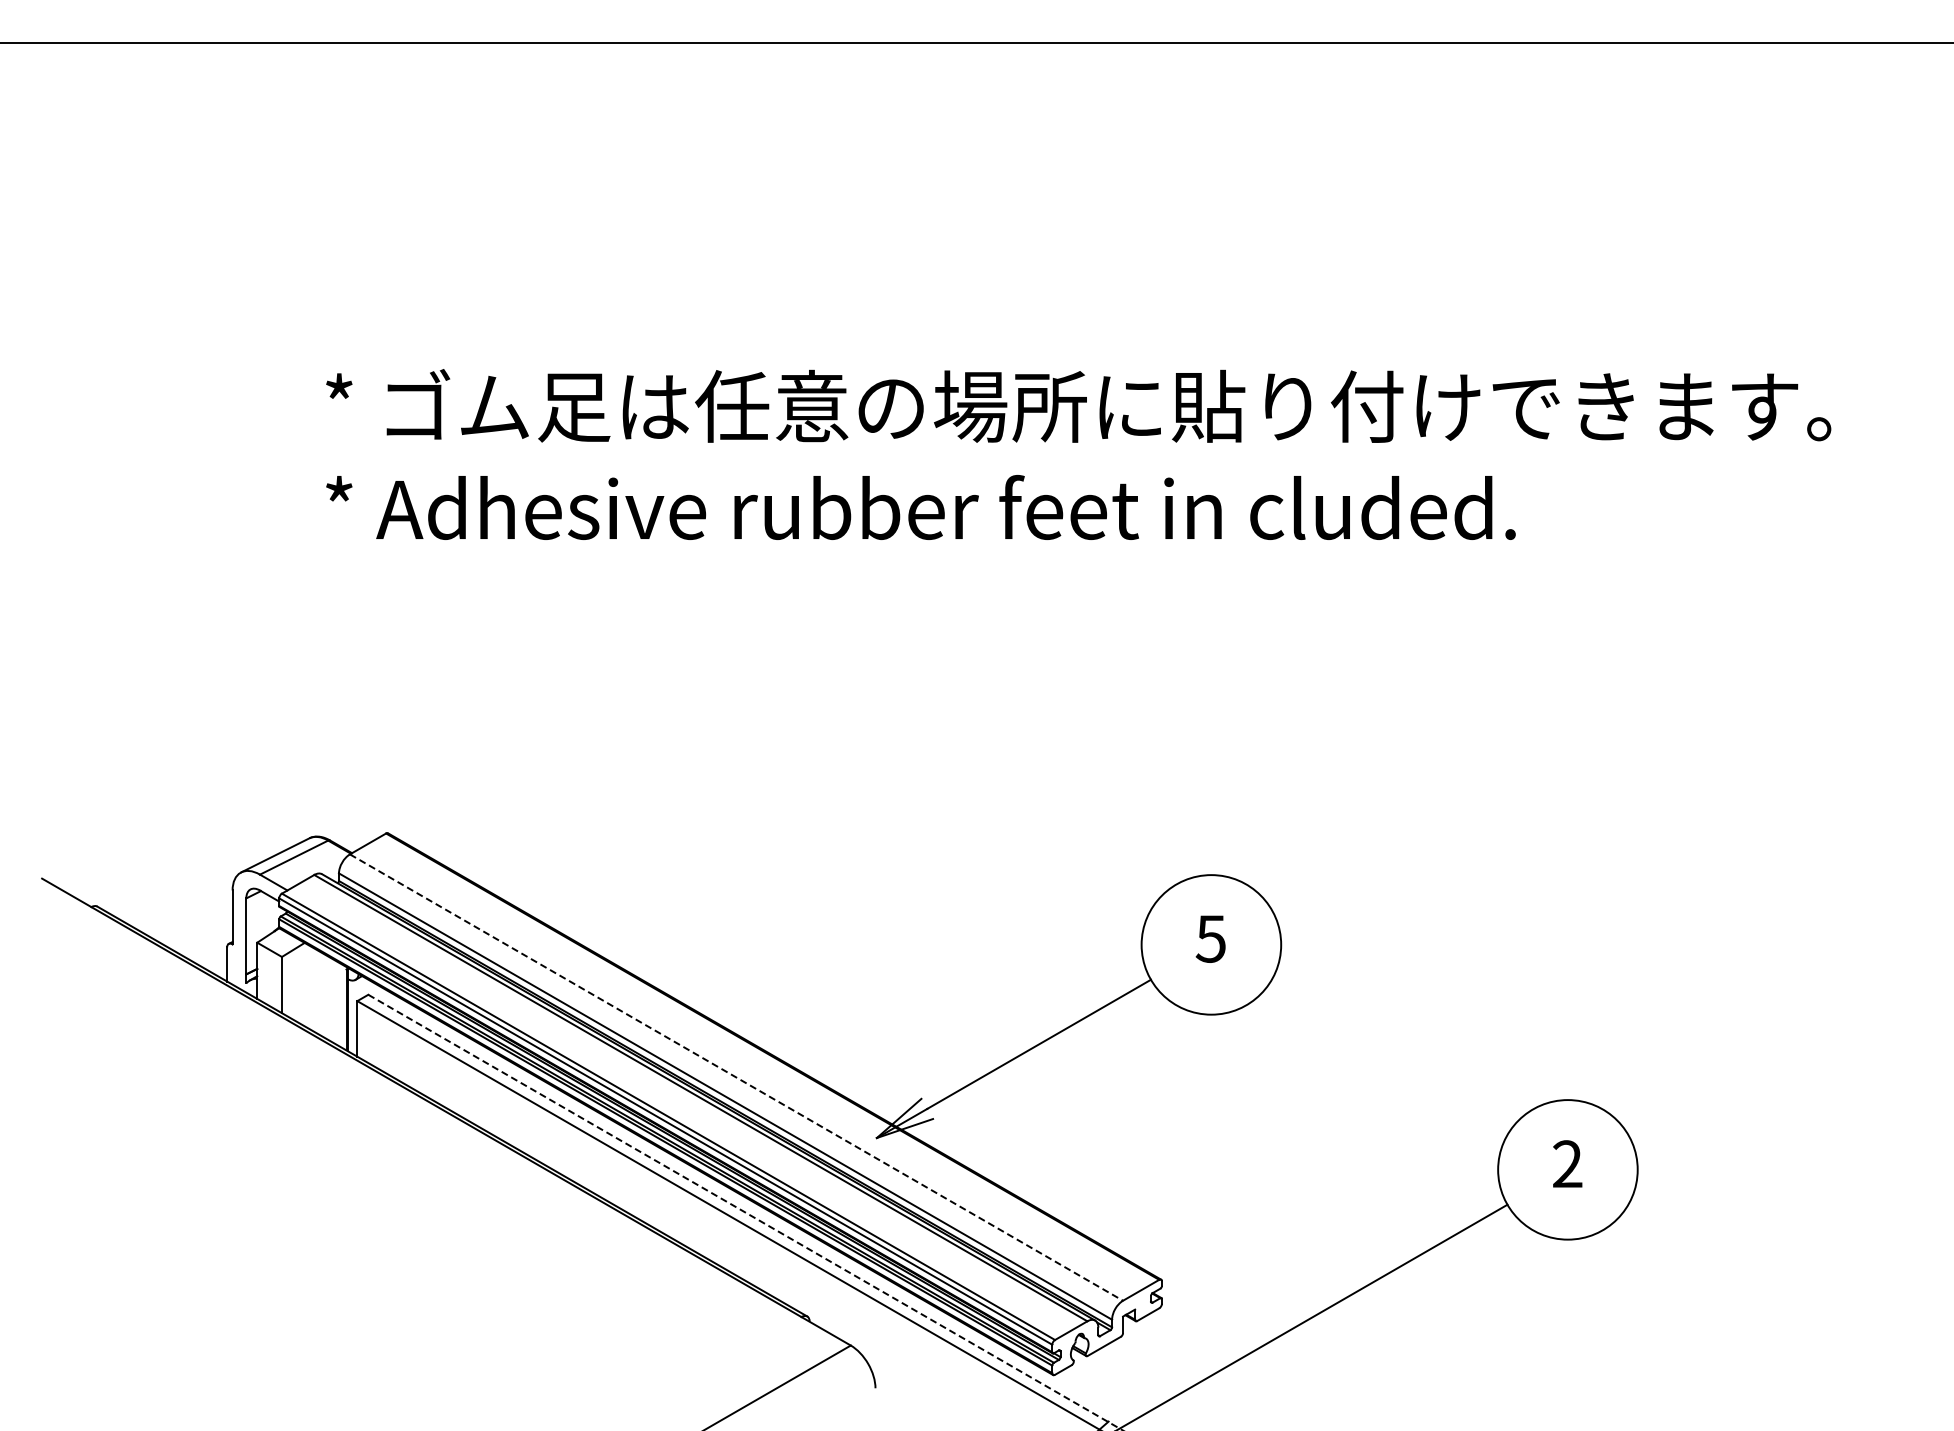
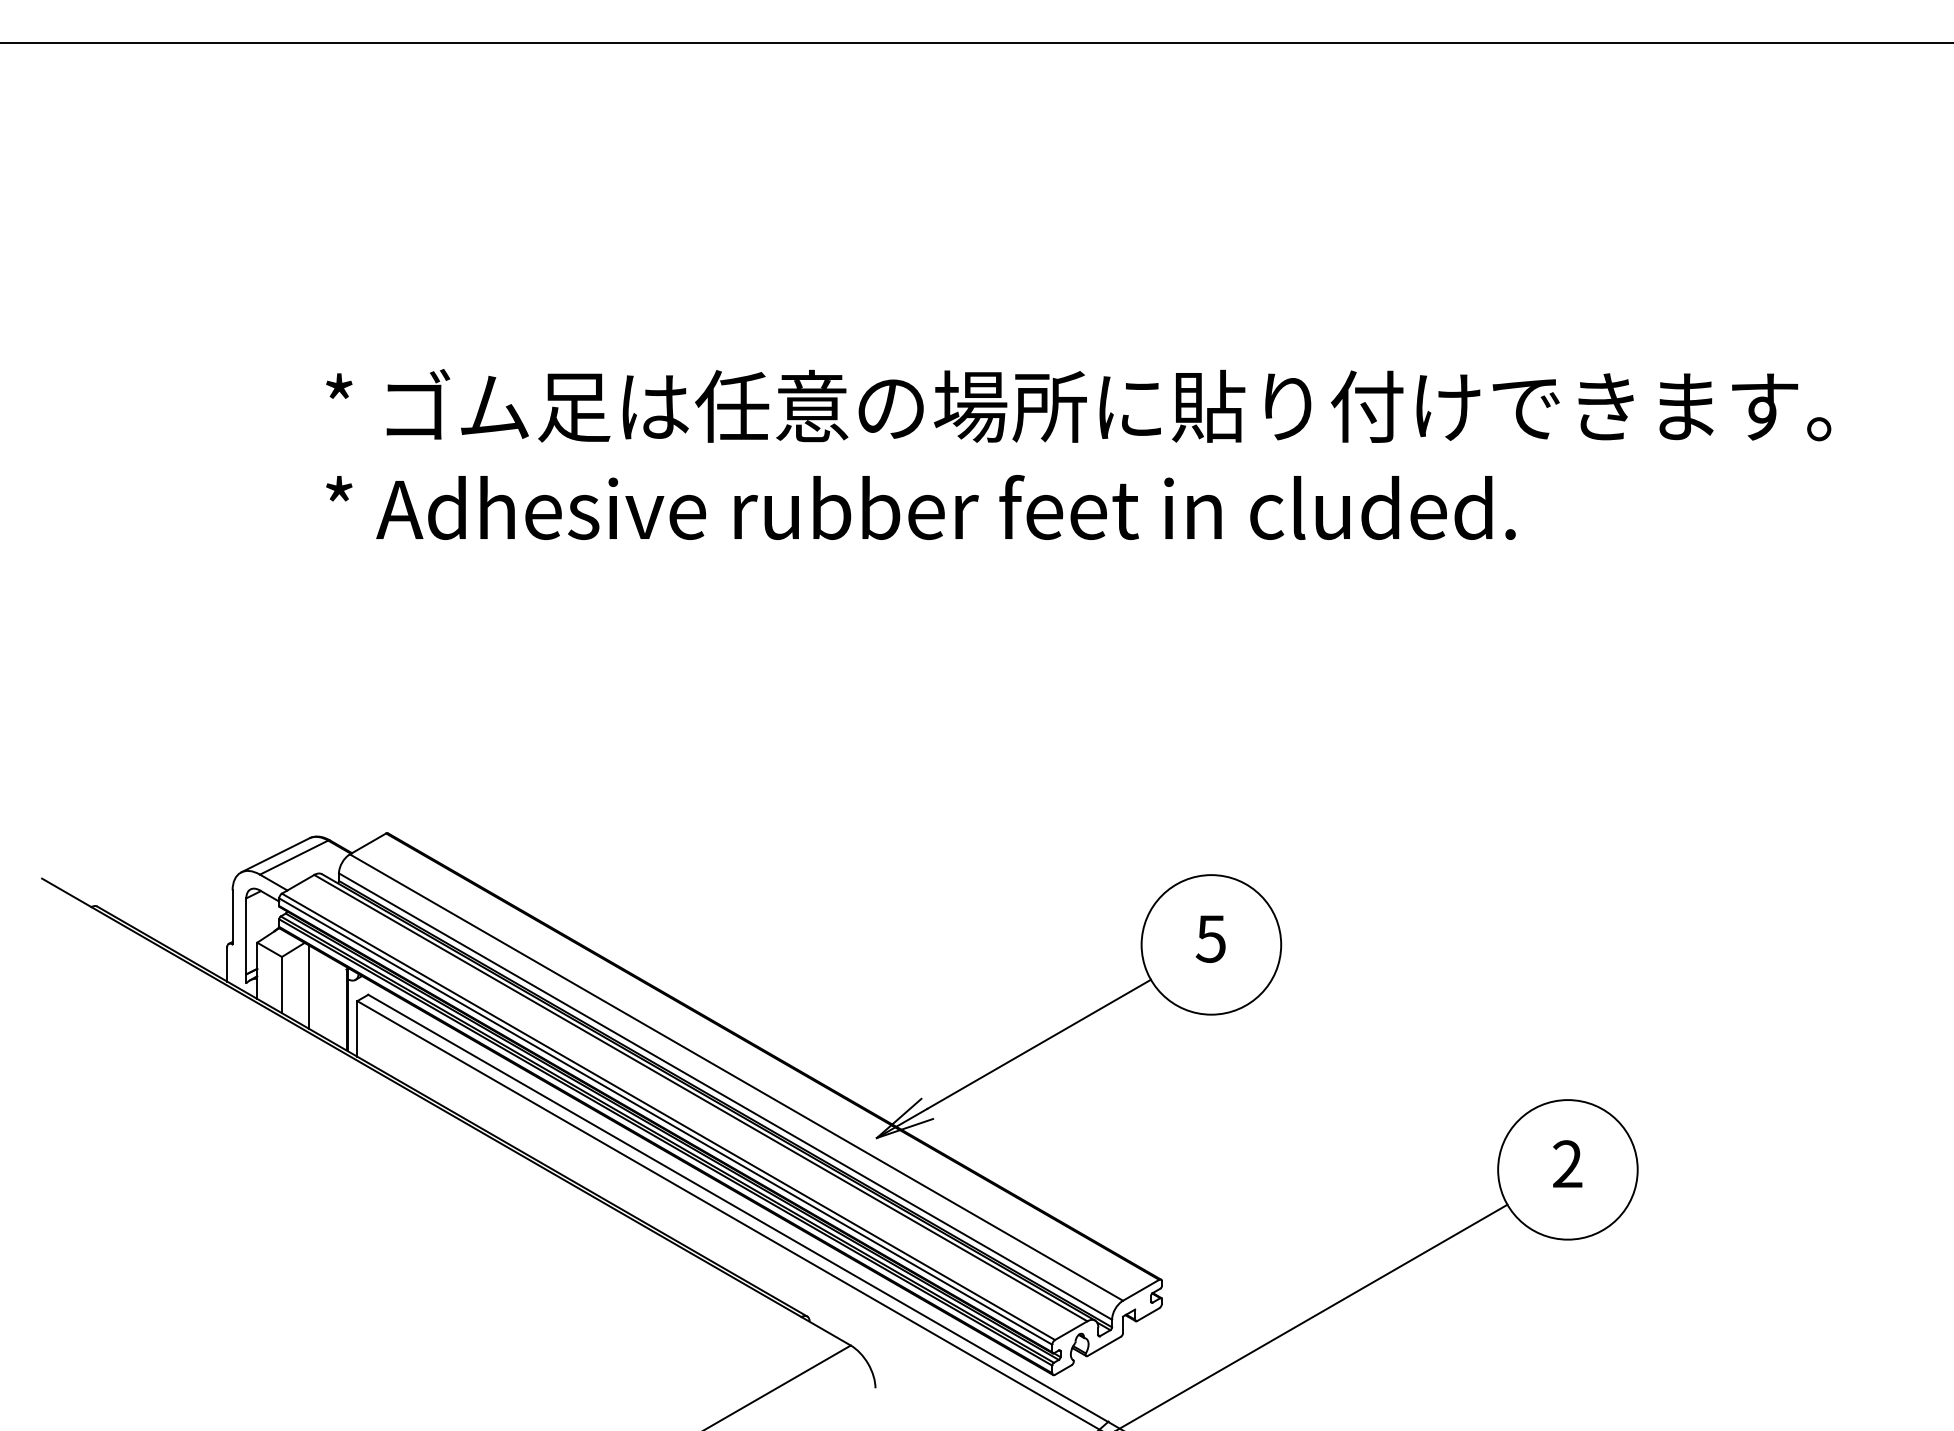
line at (309, 987): none -> present
line at (736, 1077): dashed -> solid
line at (745, 1212): dashed -> solid
